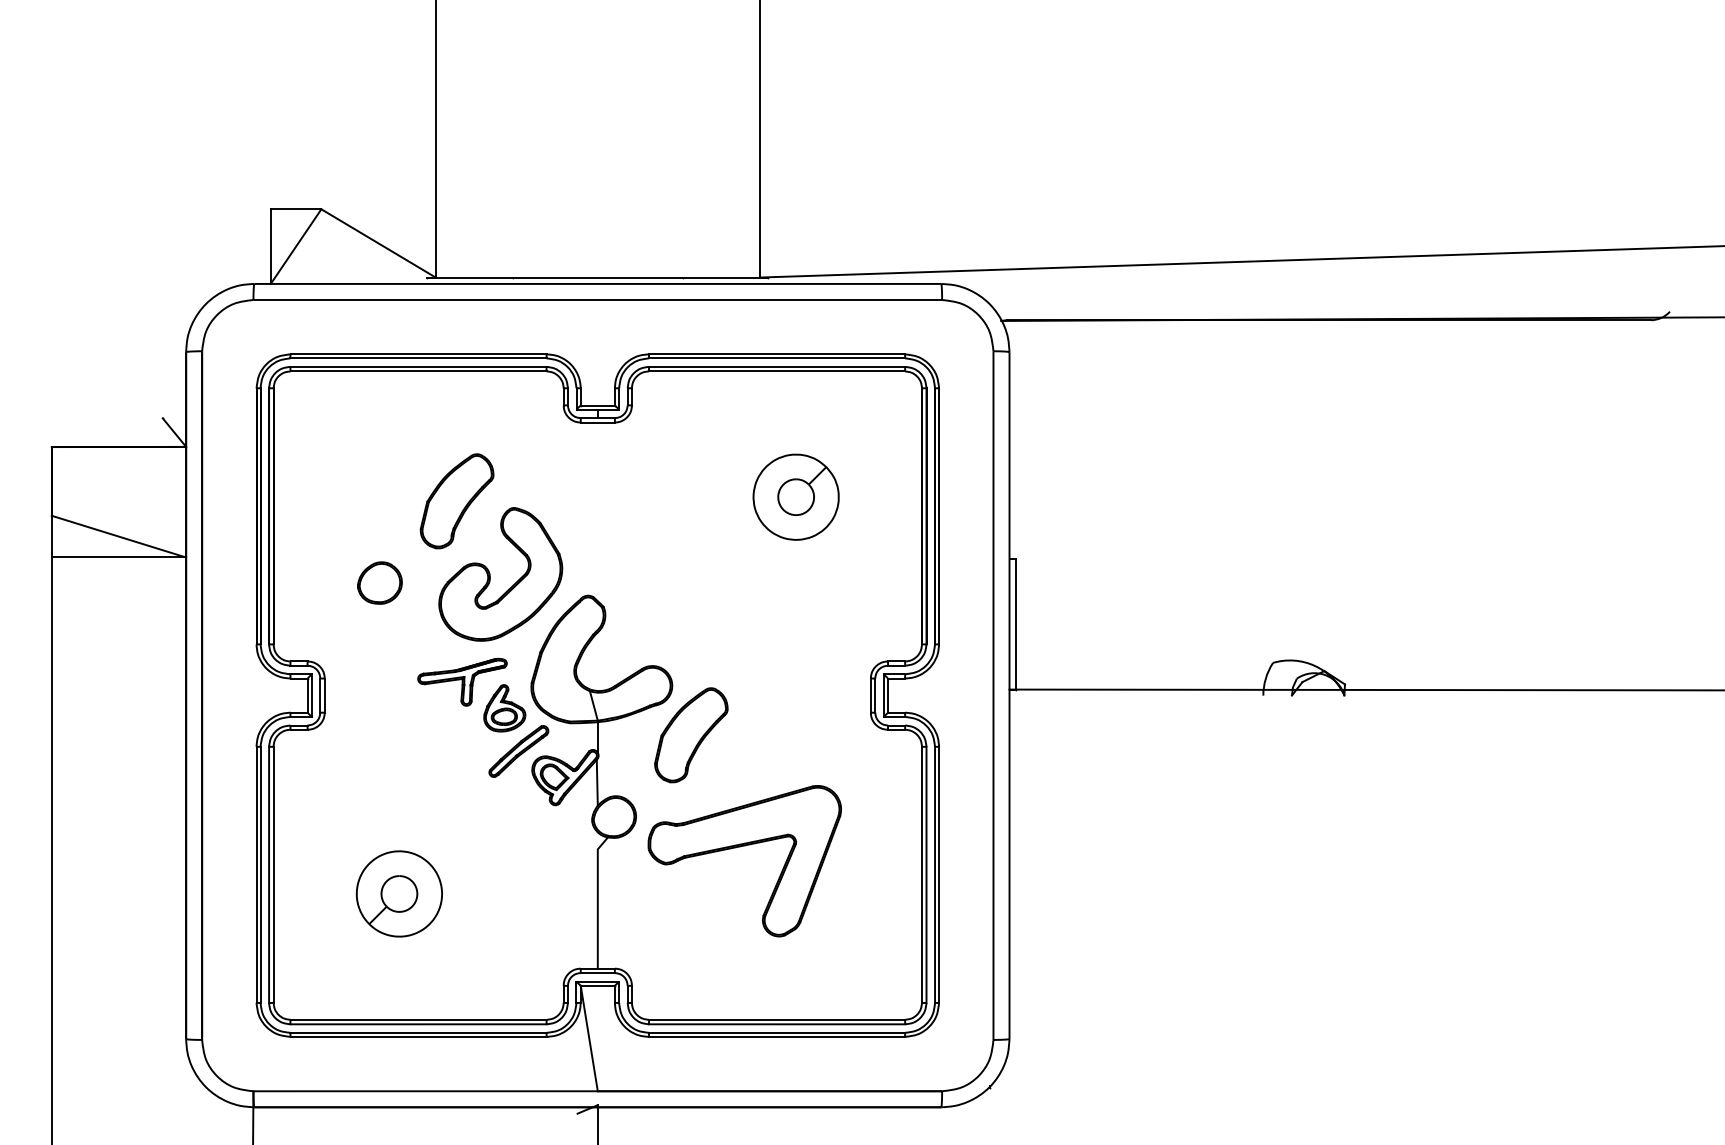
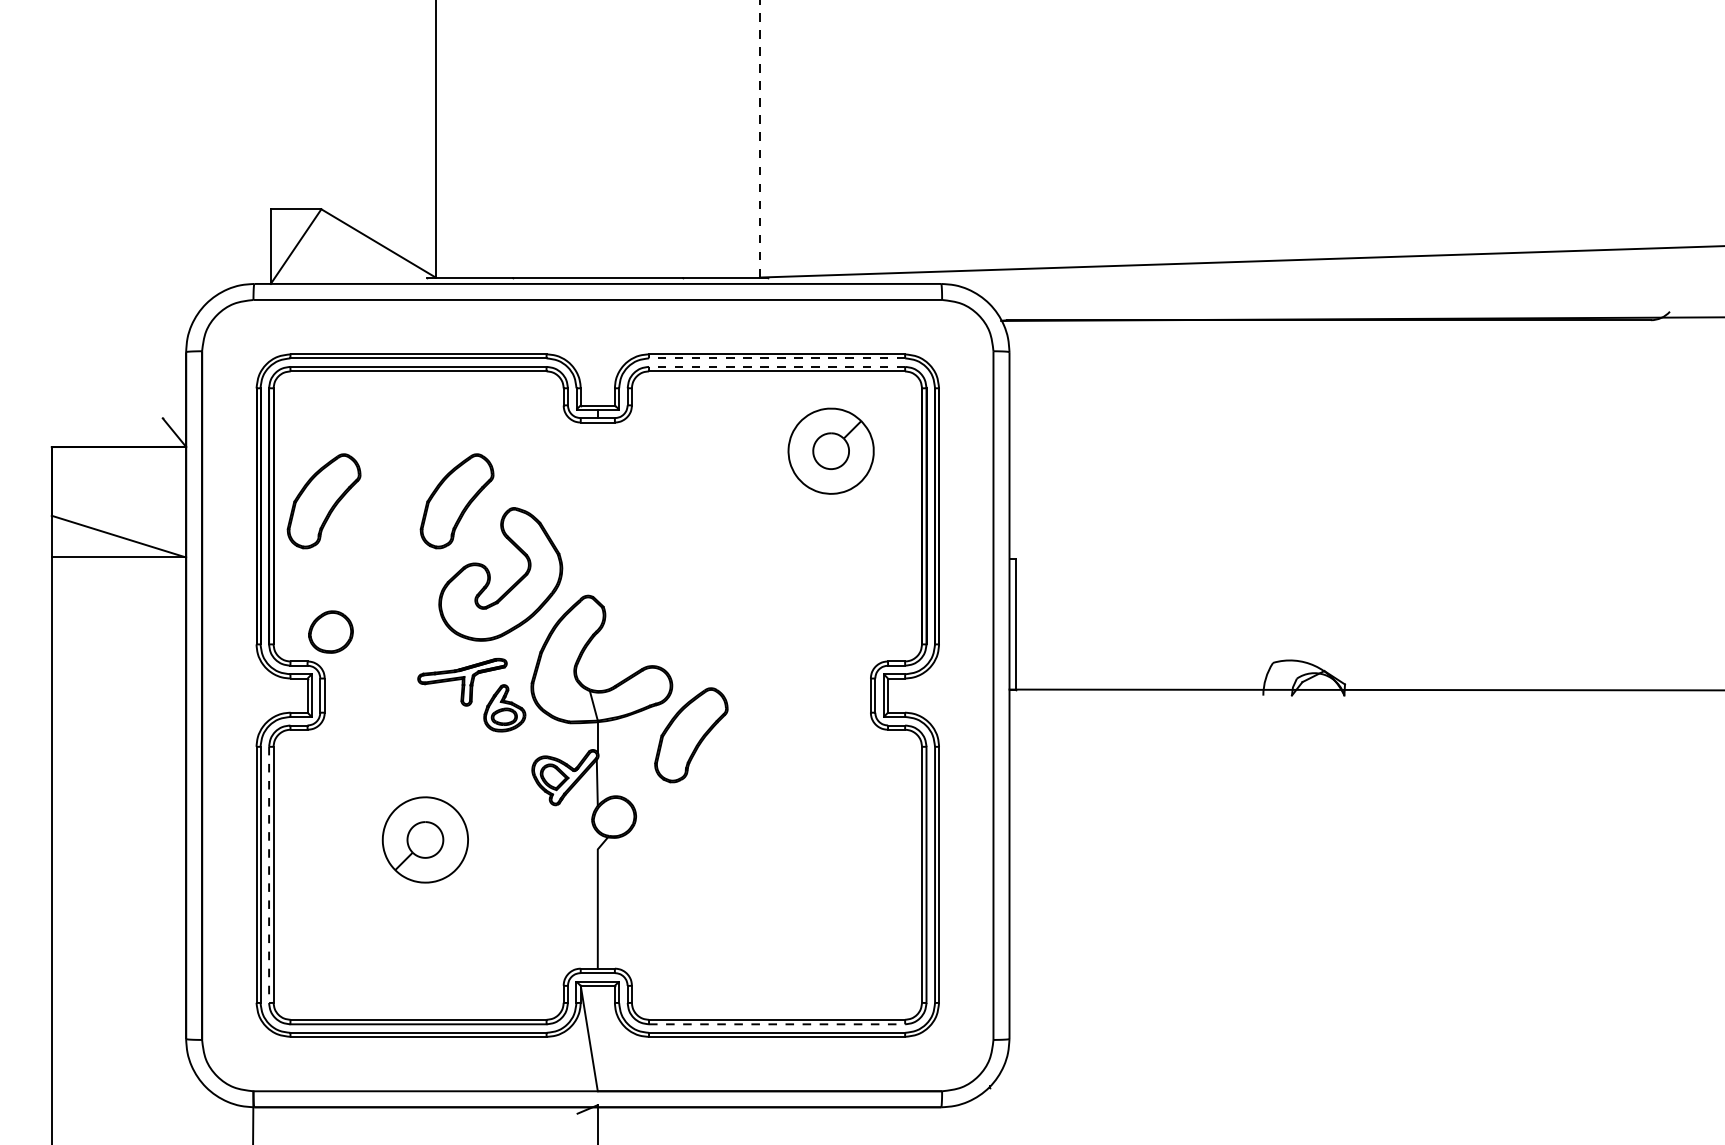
line at (759, 138): solid -> dashed
line at (776, 358): solid -> dashed
line at (776, 366): solid -> dashed
part at (795, 496) position: (795, 496) -> (830, 450)
part at (323, 501): none -> present
part at (379, 582) position: (379, 582) -> (330, 631)
part at (518, 751): present -> none
part at (740, 847): present -> none
line at (269, 875): solid -> dashed
part at (398, 893) position: (398, 893) -> (424, 839)
line at (777, 1024): solid -> dashed
